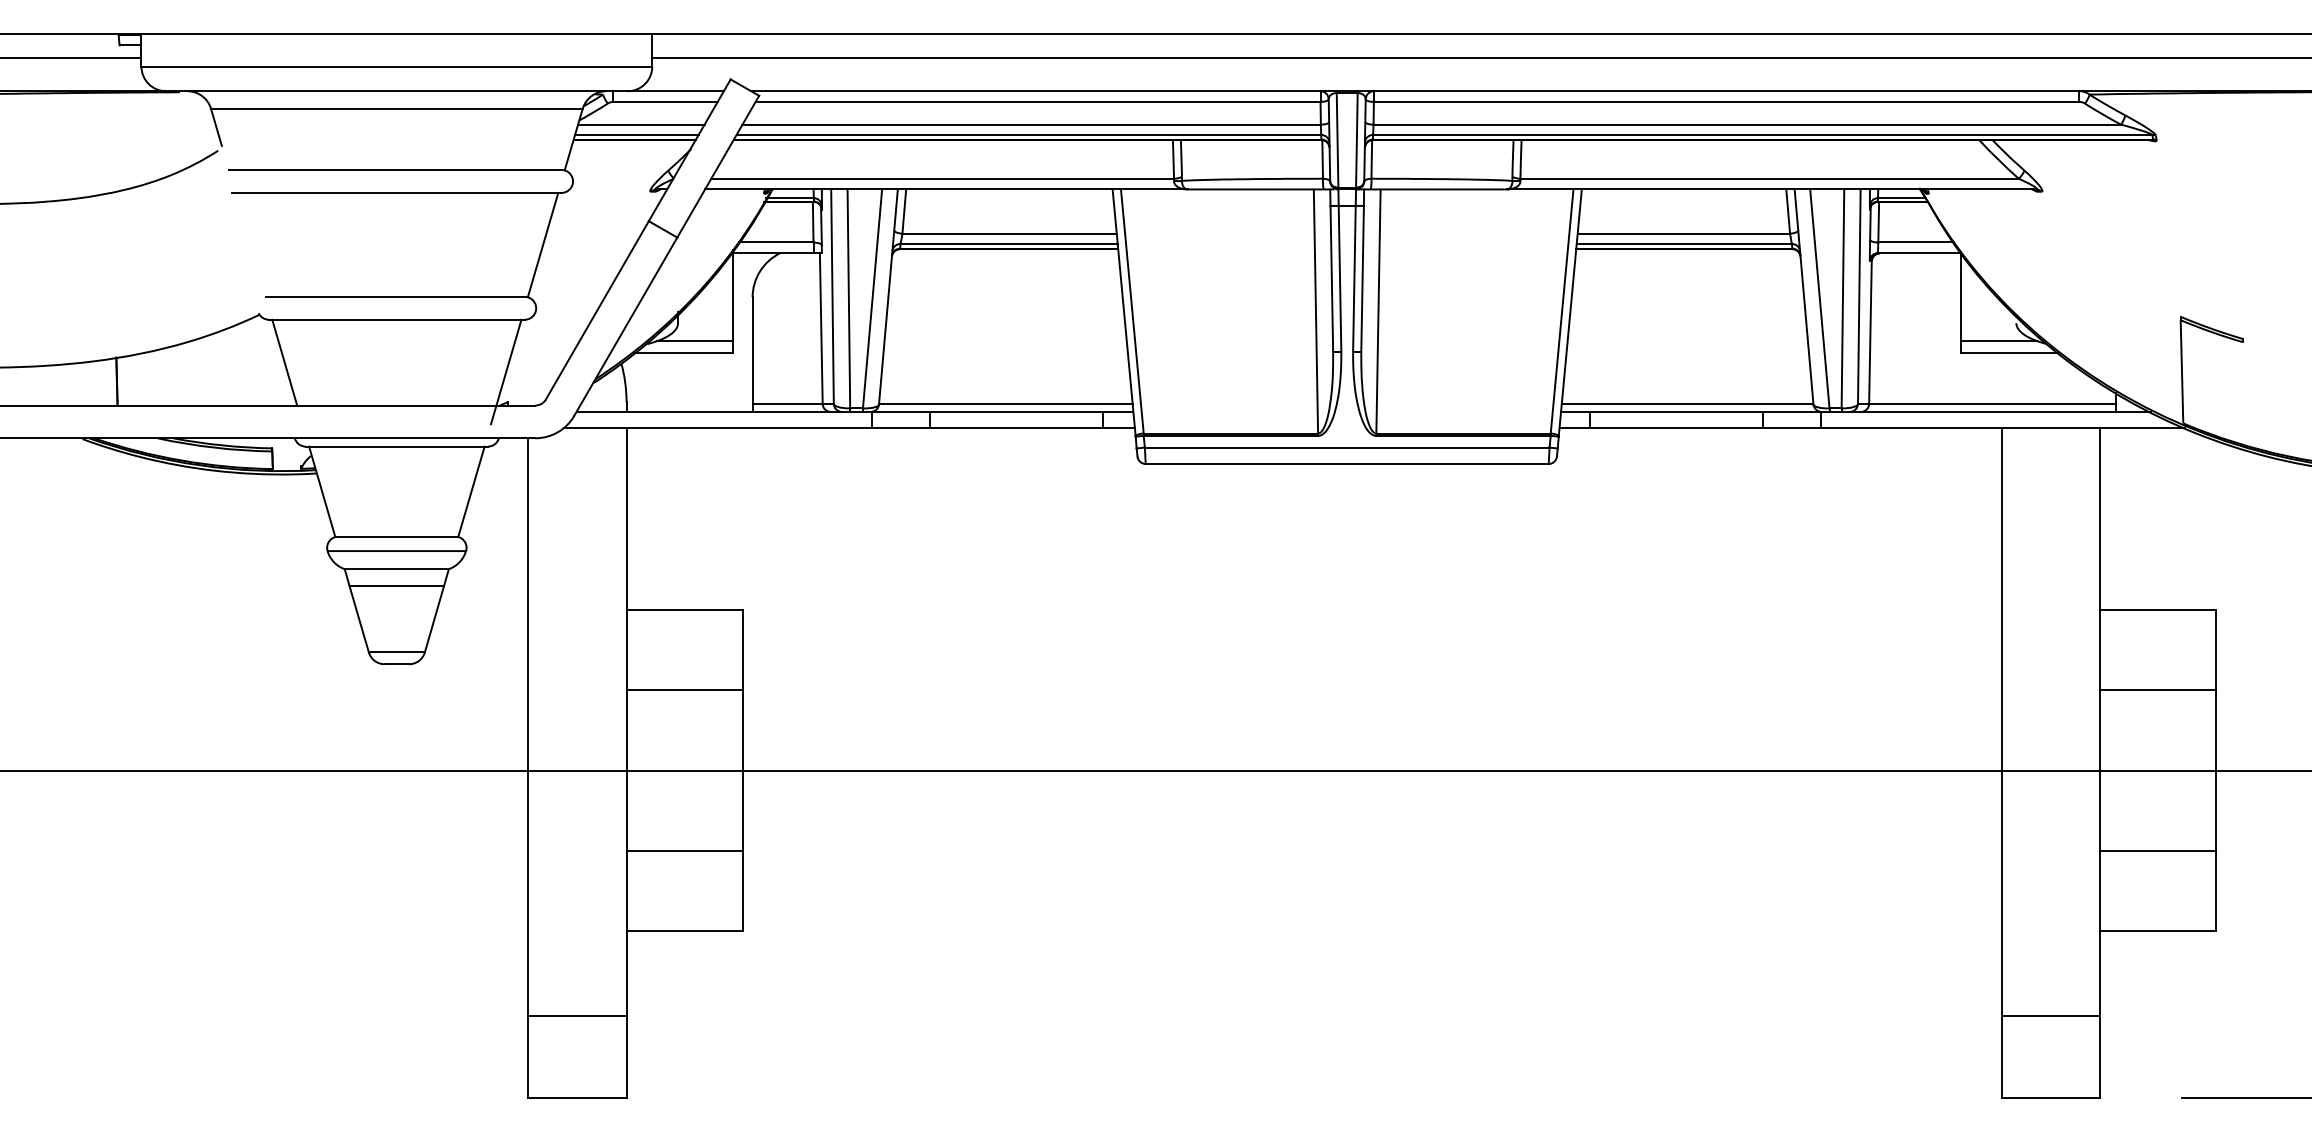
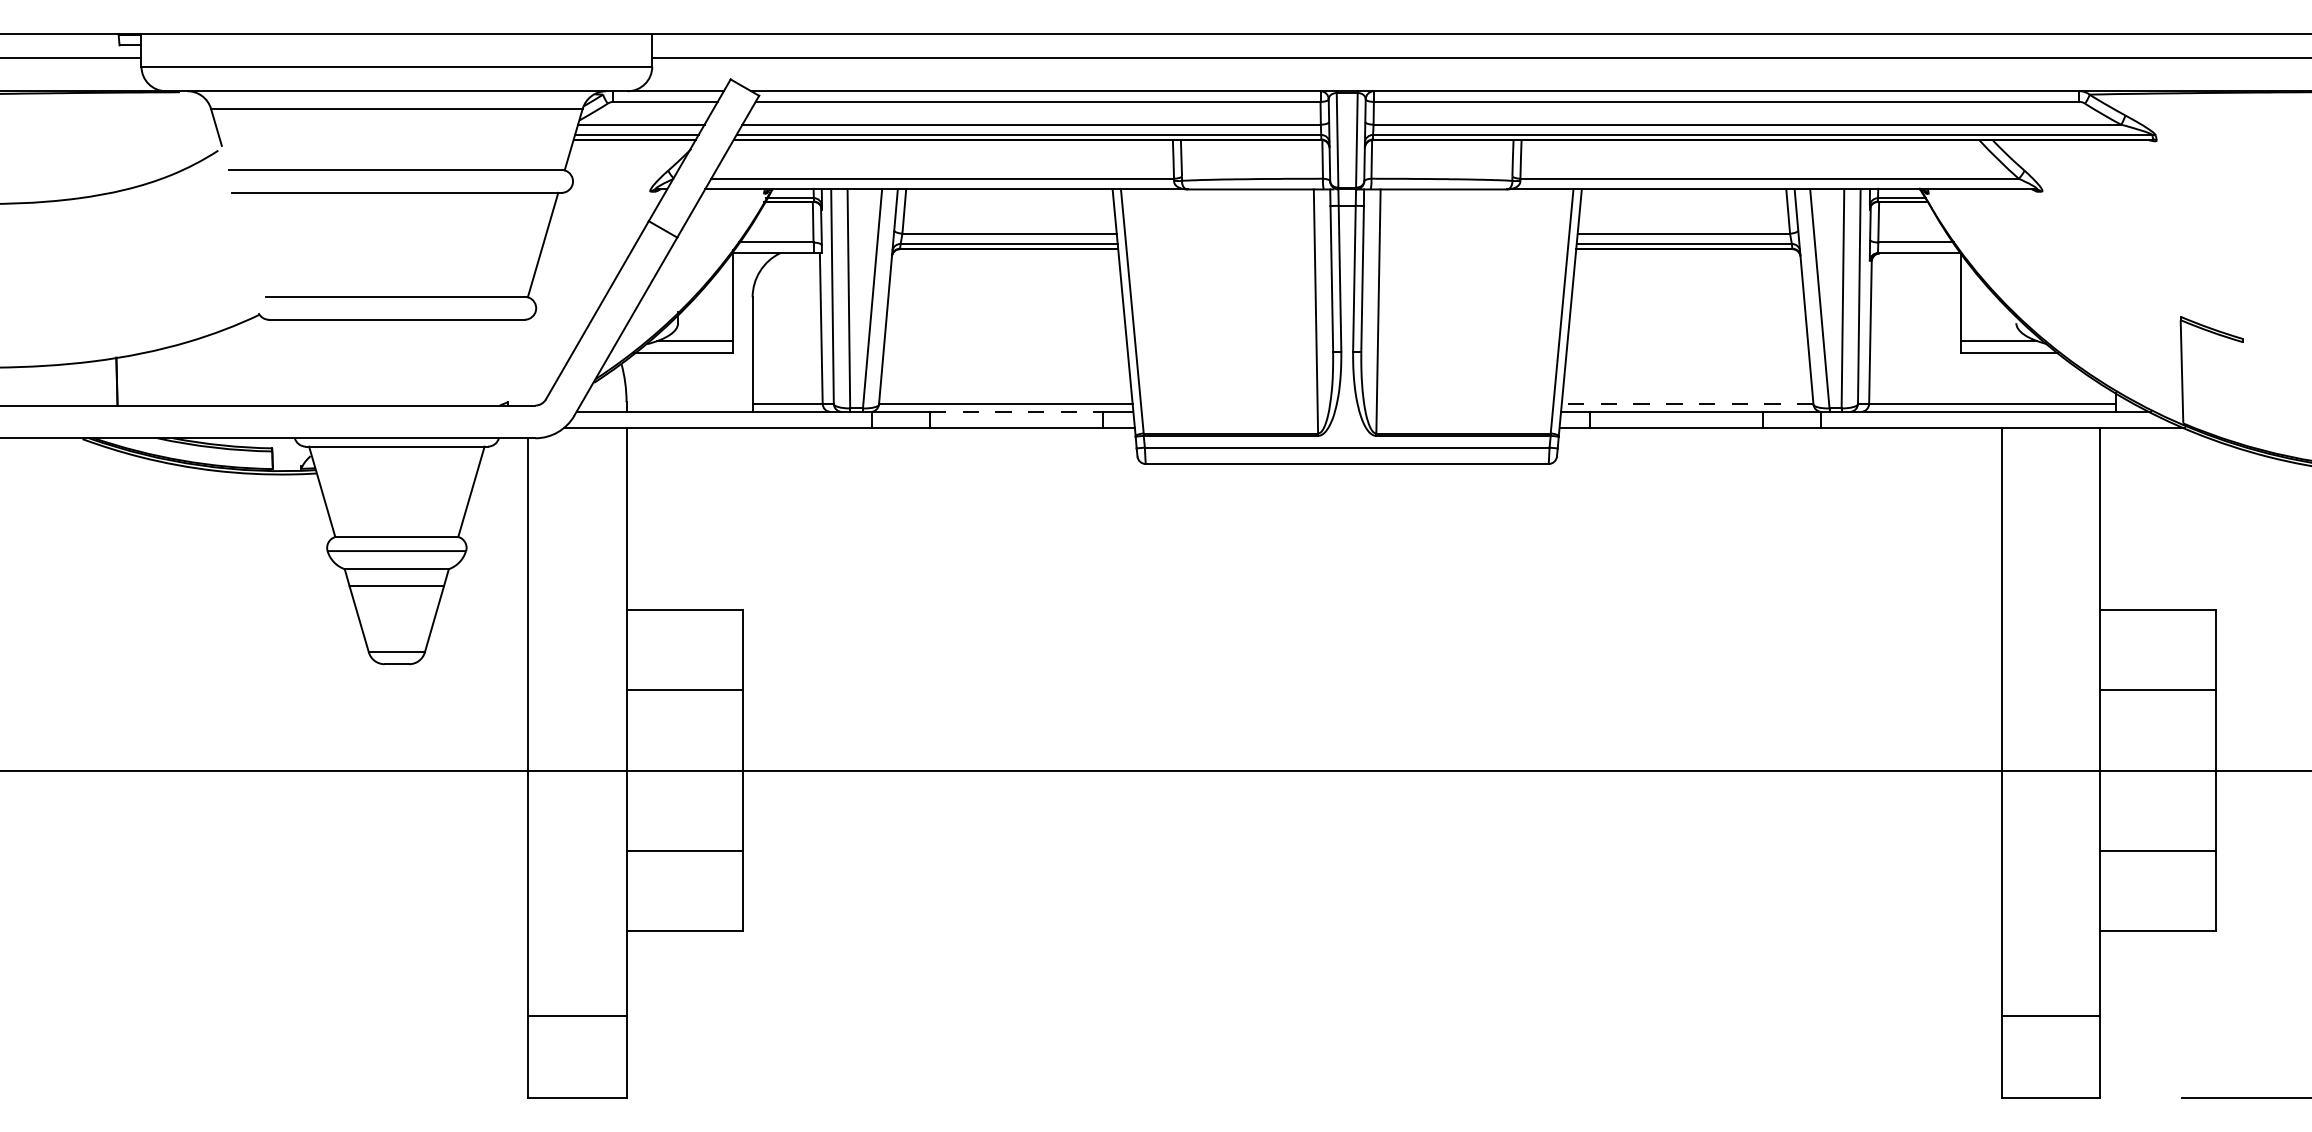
line at (284, 362): present -> none
line at (506, 371): present -> none
line at (1687, 403): solid -> dashed
line at (1016, 411): solid -> dashed
